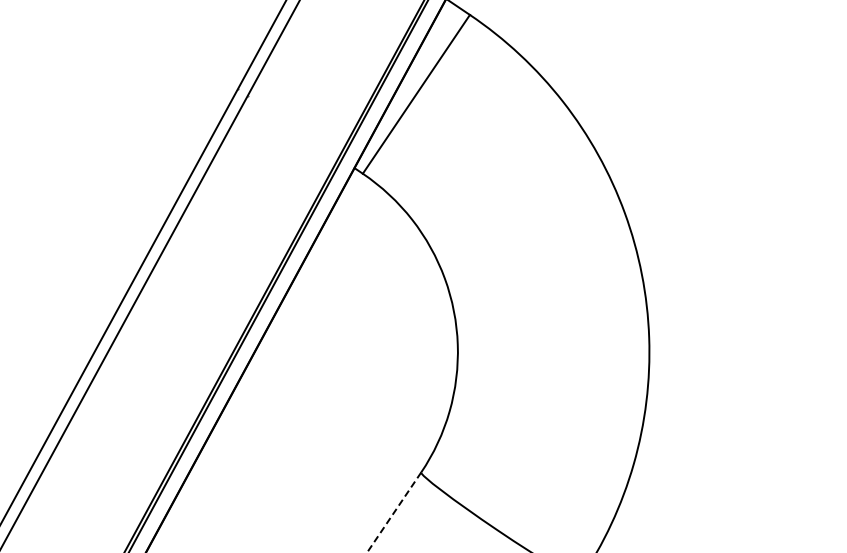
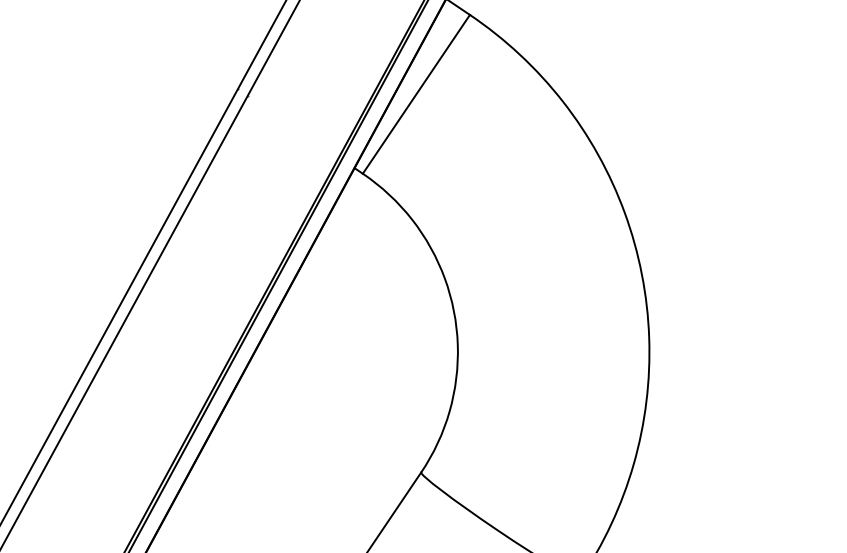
line at (393, 513): dashed -> solid
